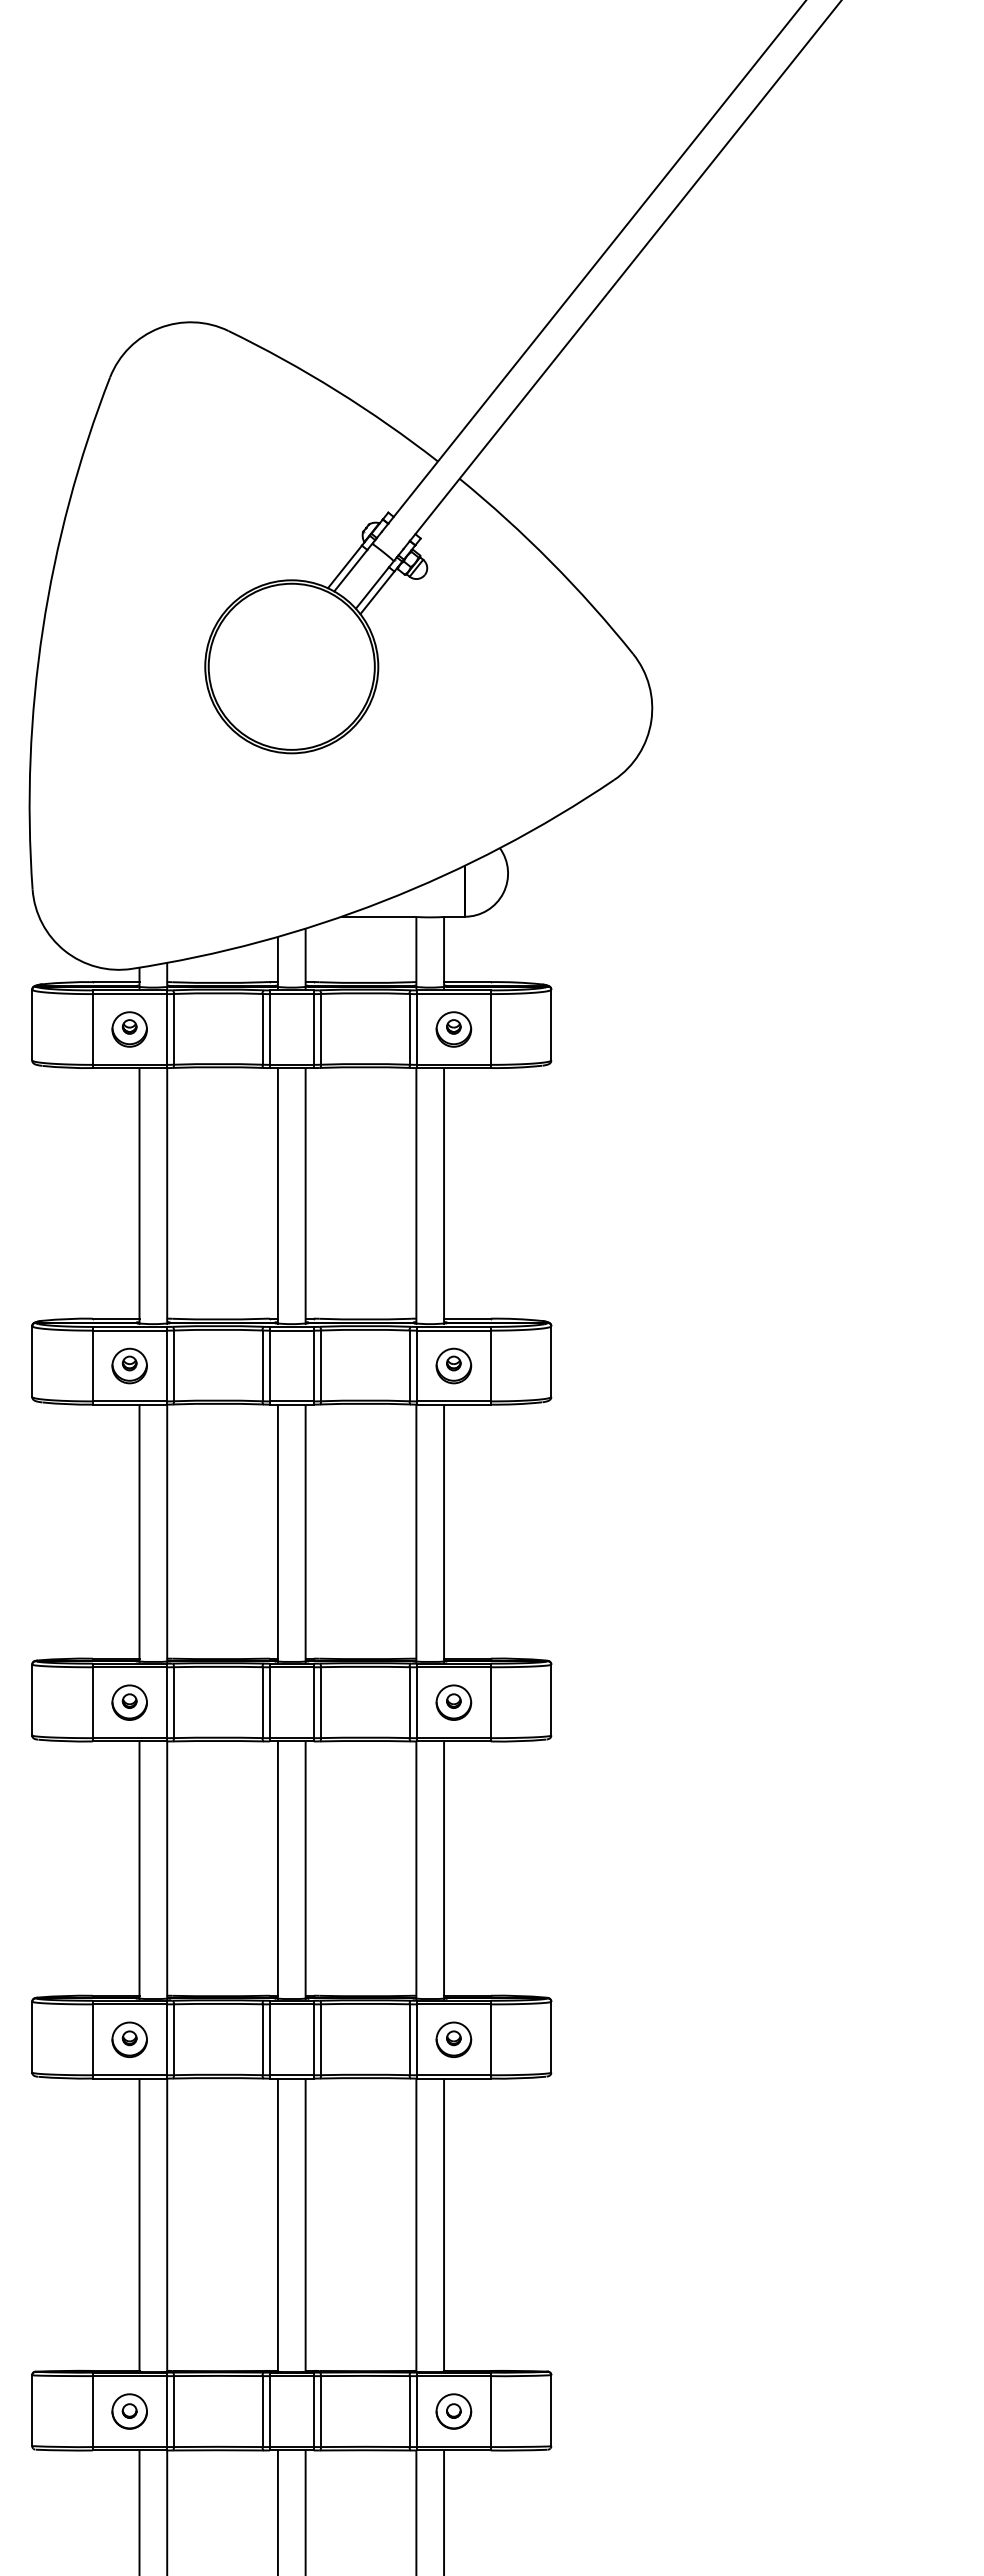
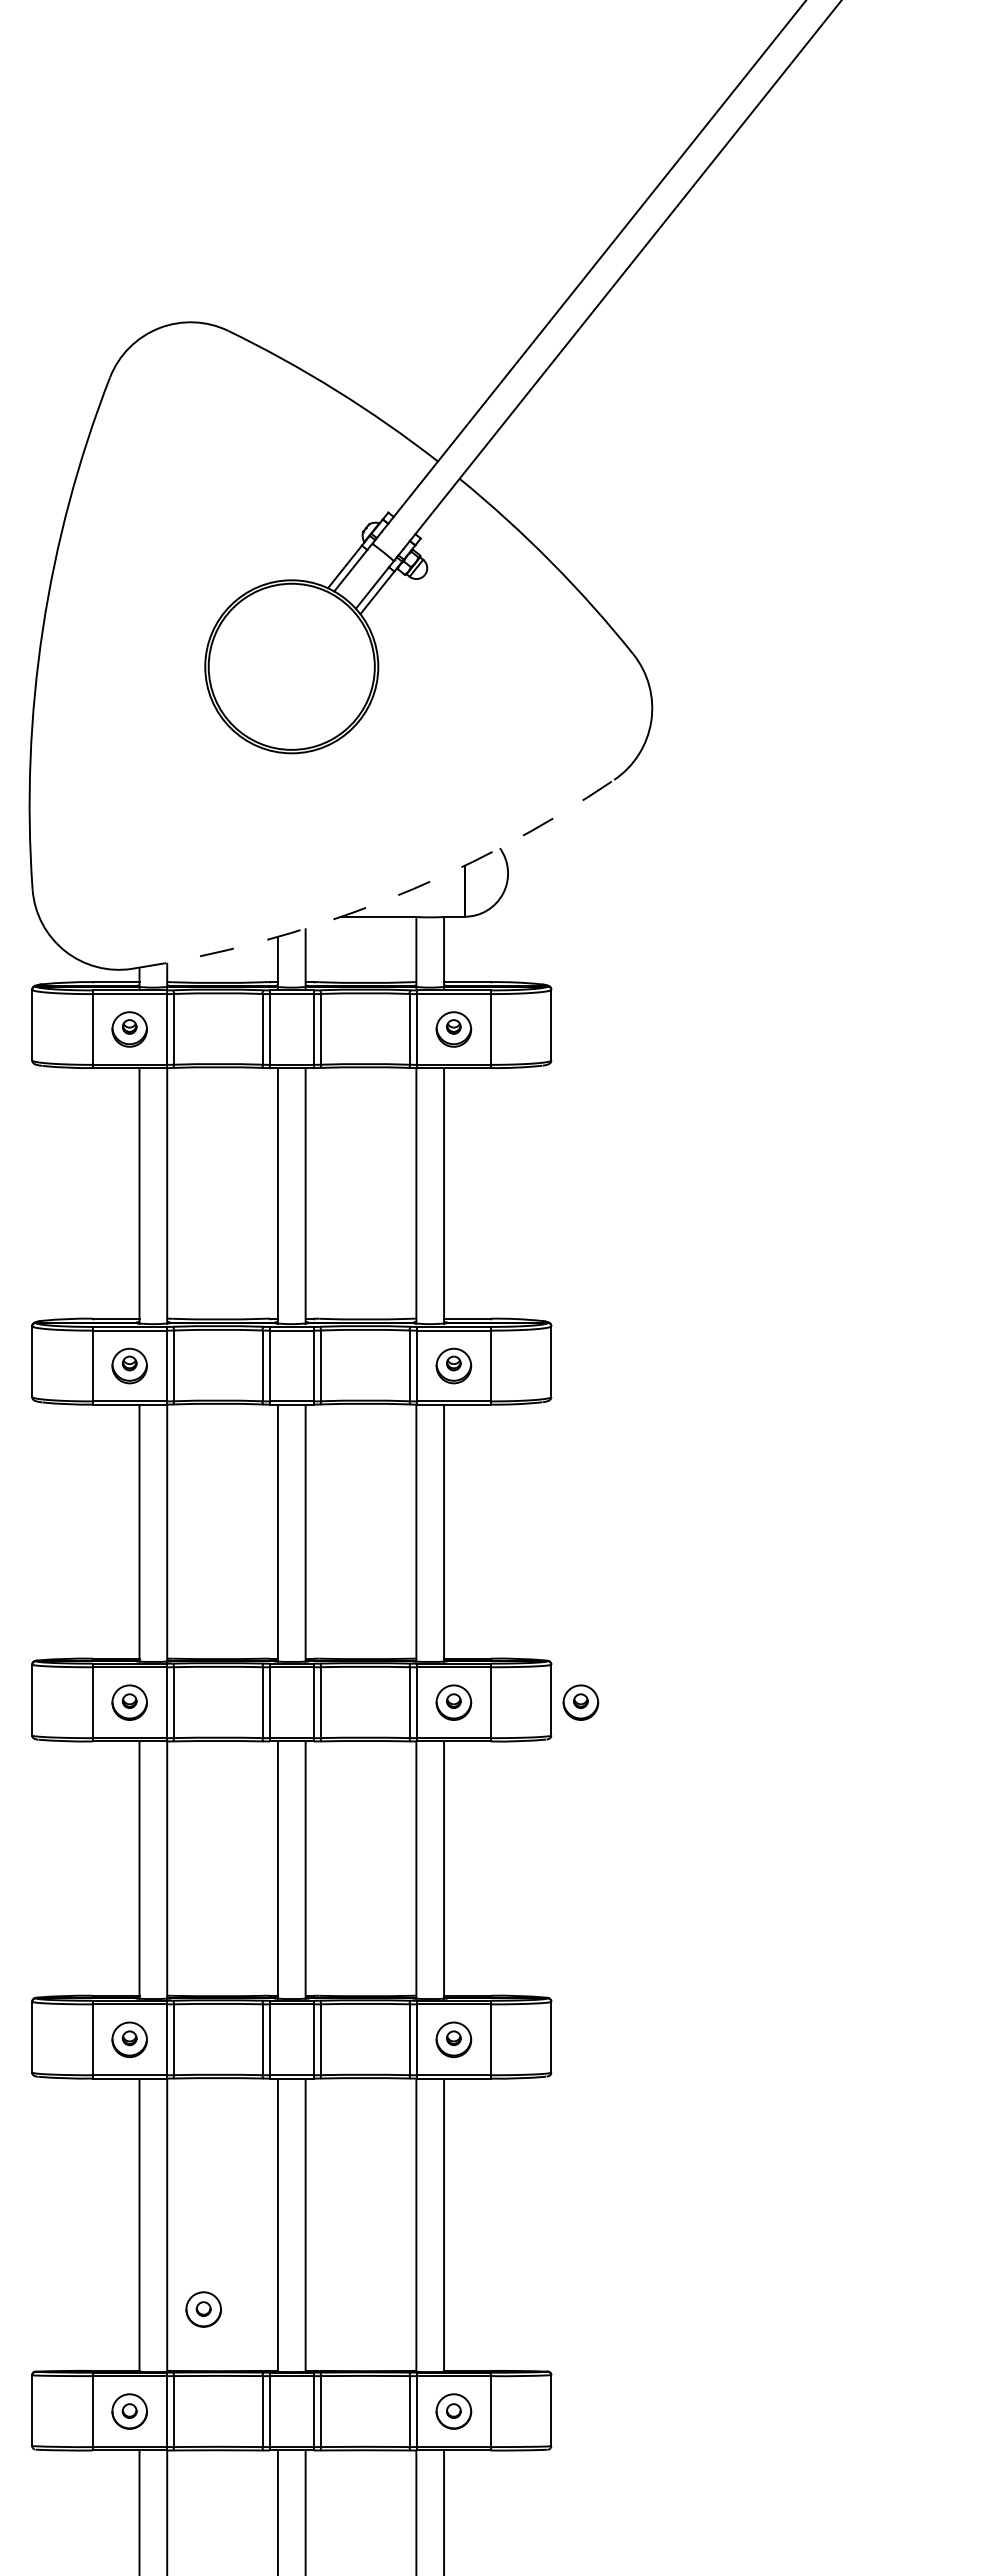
arc at (383, 901): solid -> dashed
part at (580, 1702): none -> present
part at (203, 2309): none -> present
